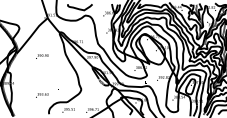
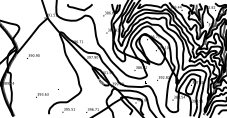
text at (42, 56) position: (42, 56) -> (33, 56)
